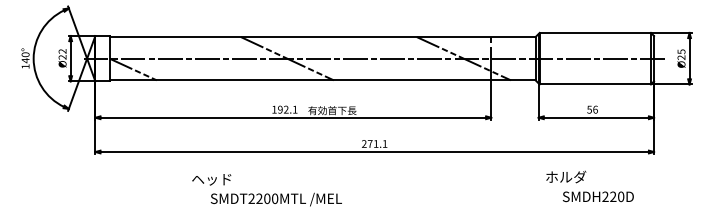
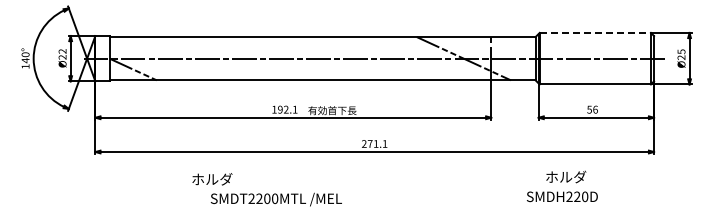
line at (595, 32): solid -> dashed
line at (286, 58): present -> none
text at (212, 179): ヘッド -> ホルダ
text at (597, 196) position: (597, 196) -> (561, 196)
